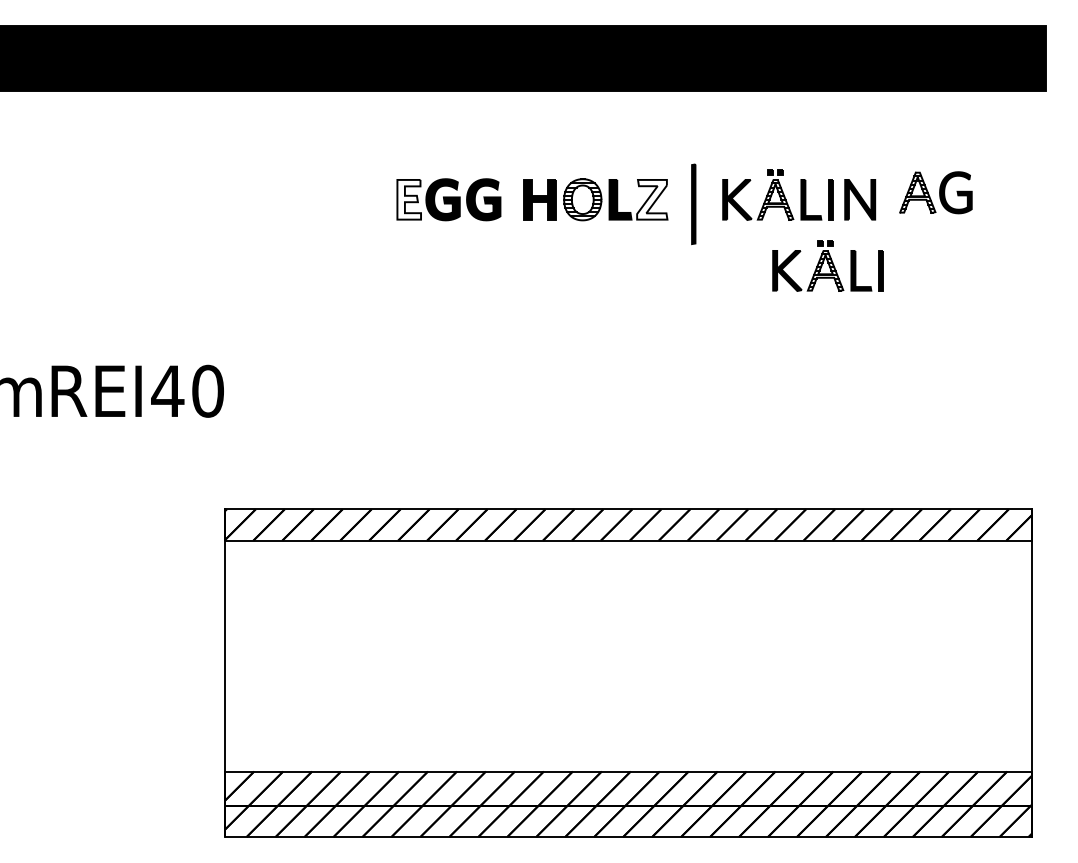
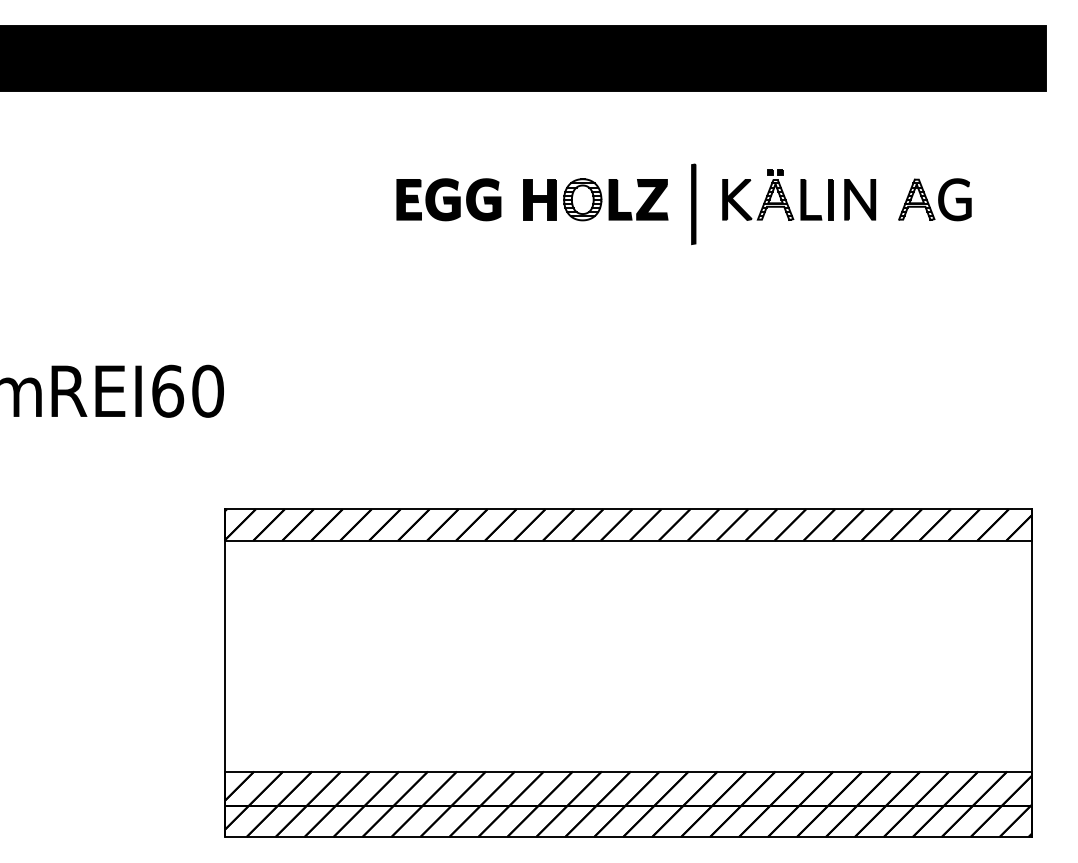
part at (935, 192) position: (935, 192) -> (934, 199)
fill at (409, 199): none -> present
fill at (652, 199): none -> present
part at (827, 265): present -> none
text at (167, 390): REI40 -> REI60
